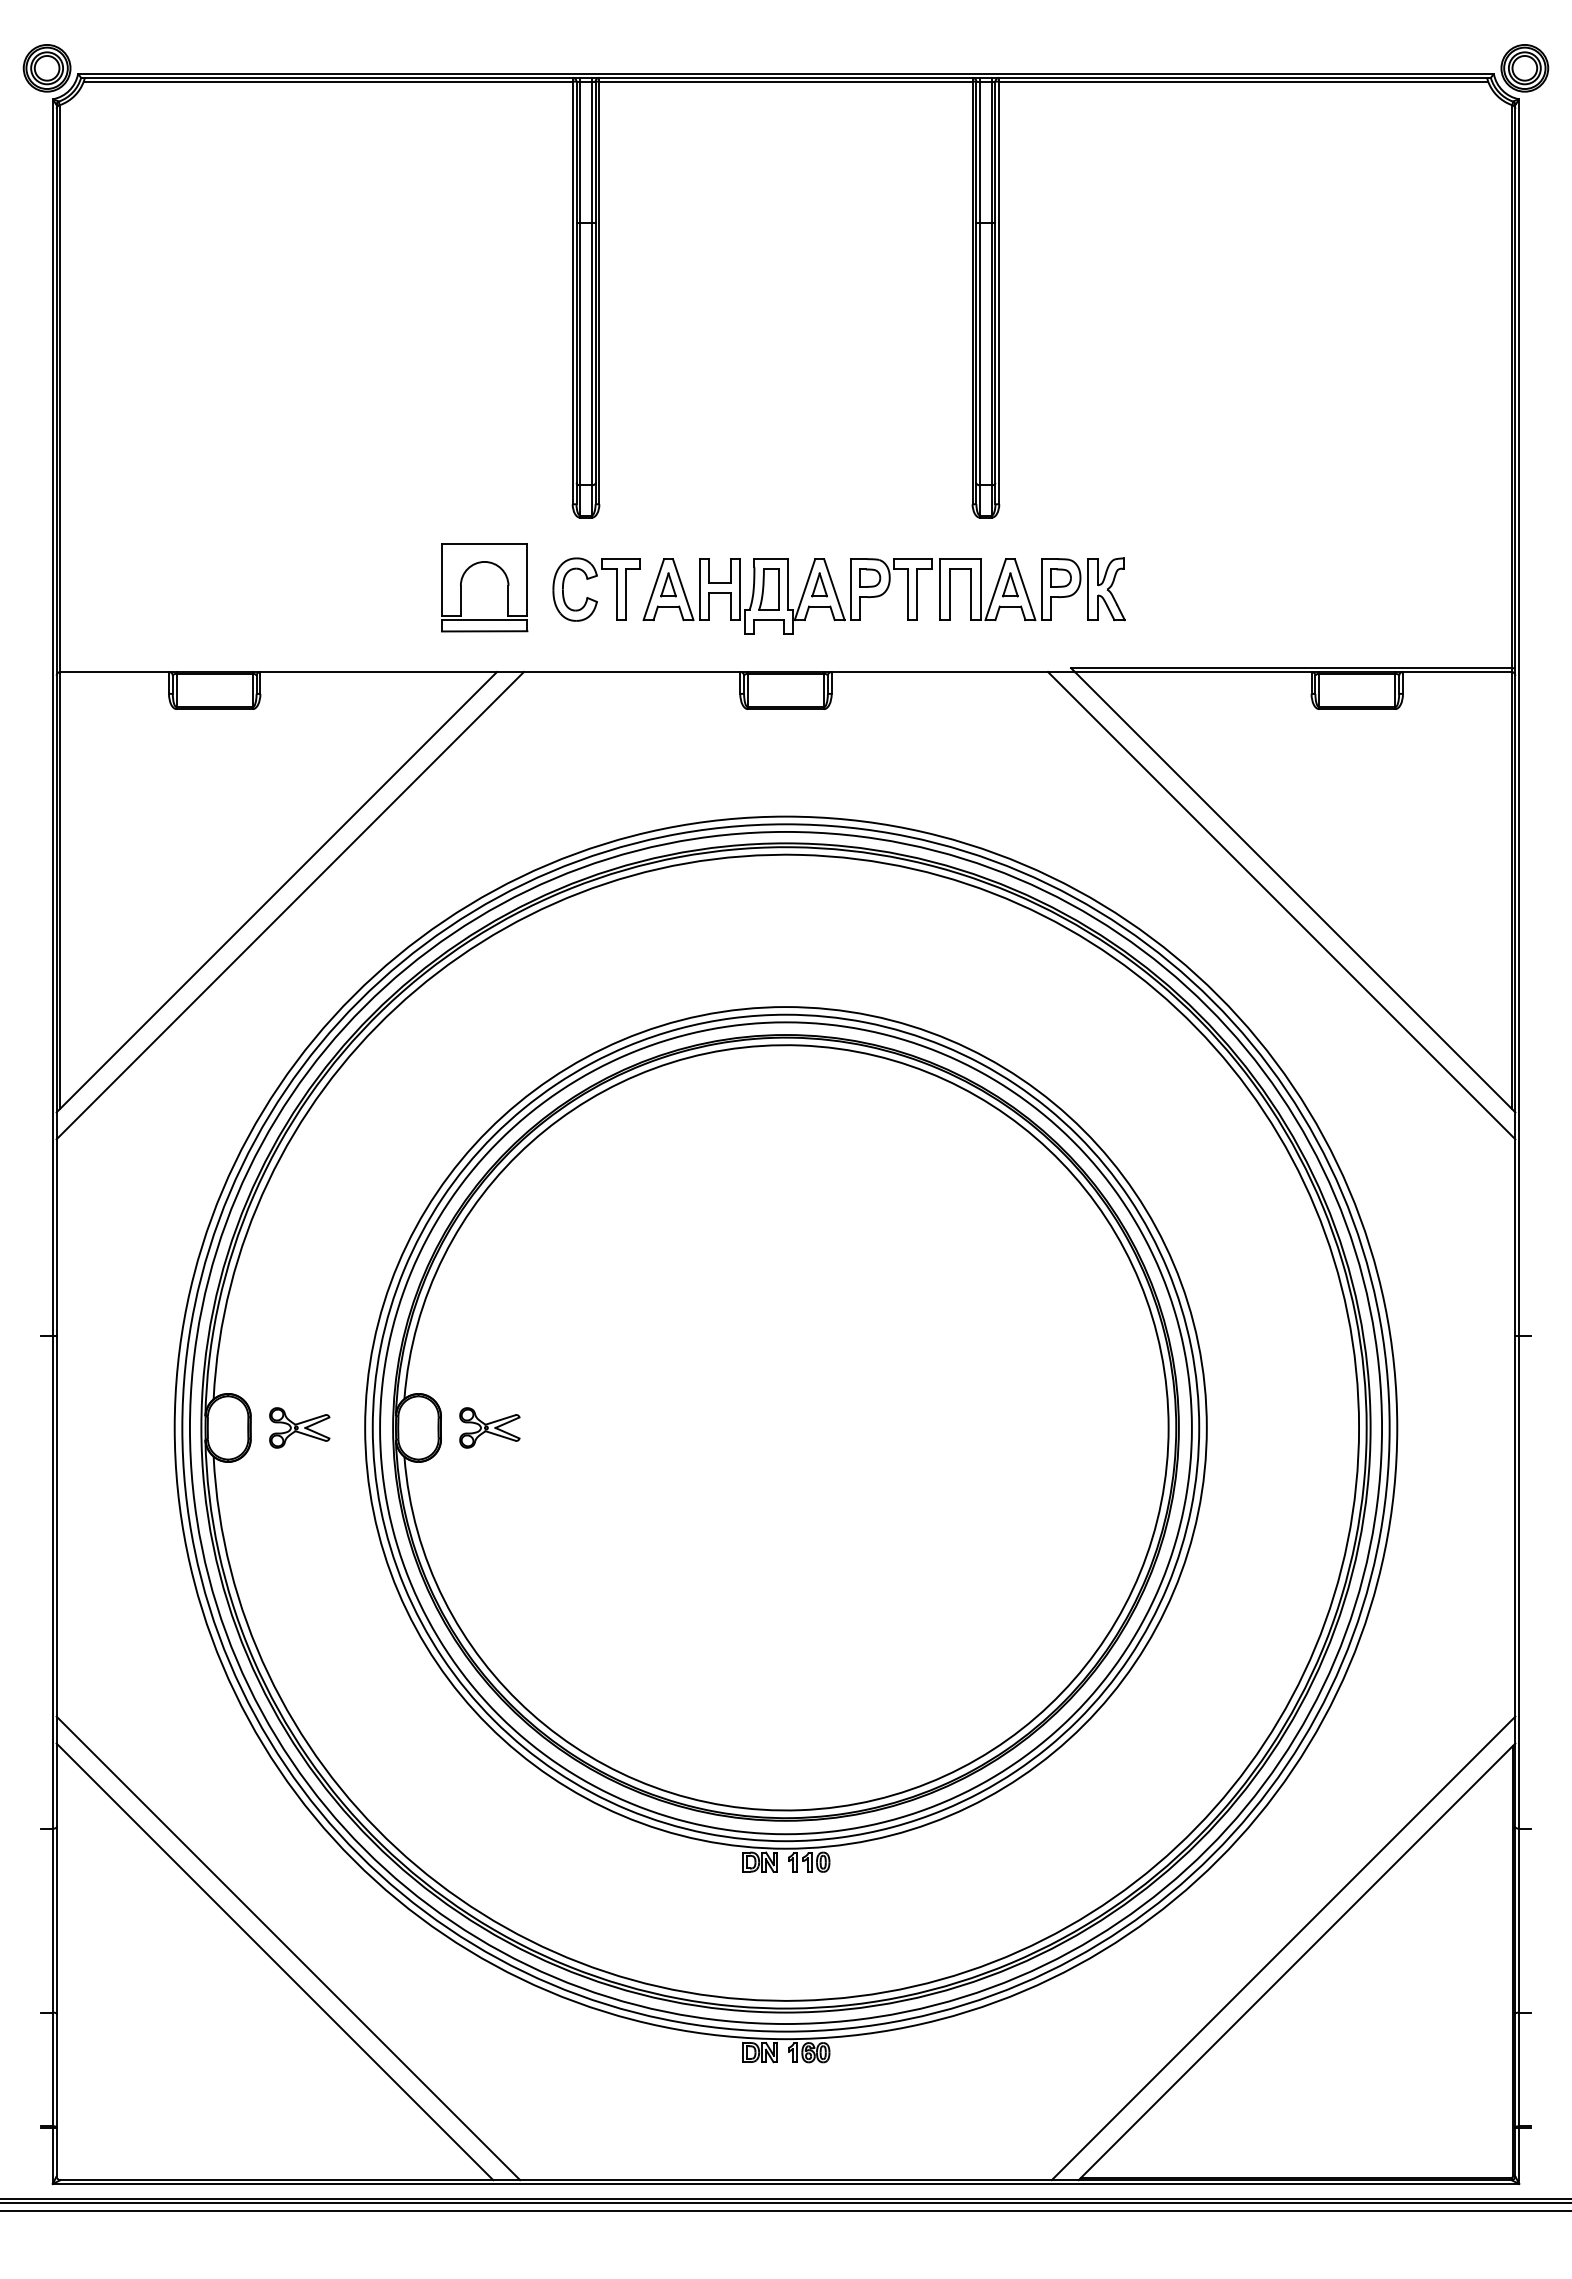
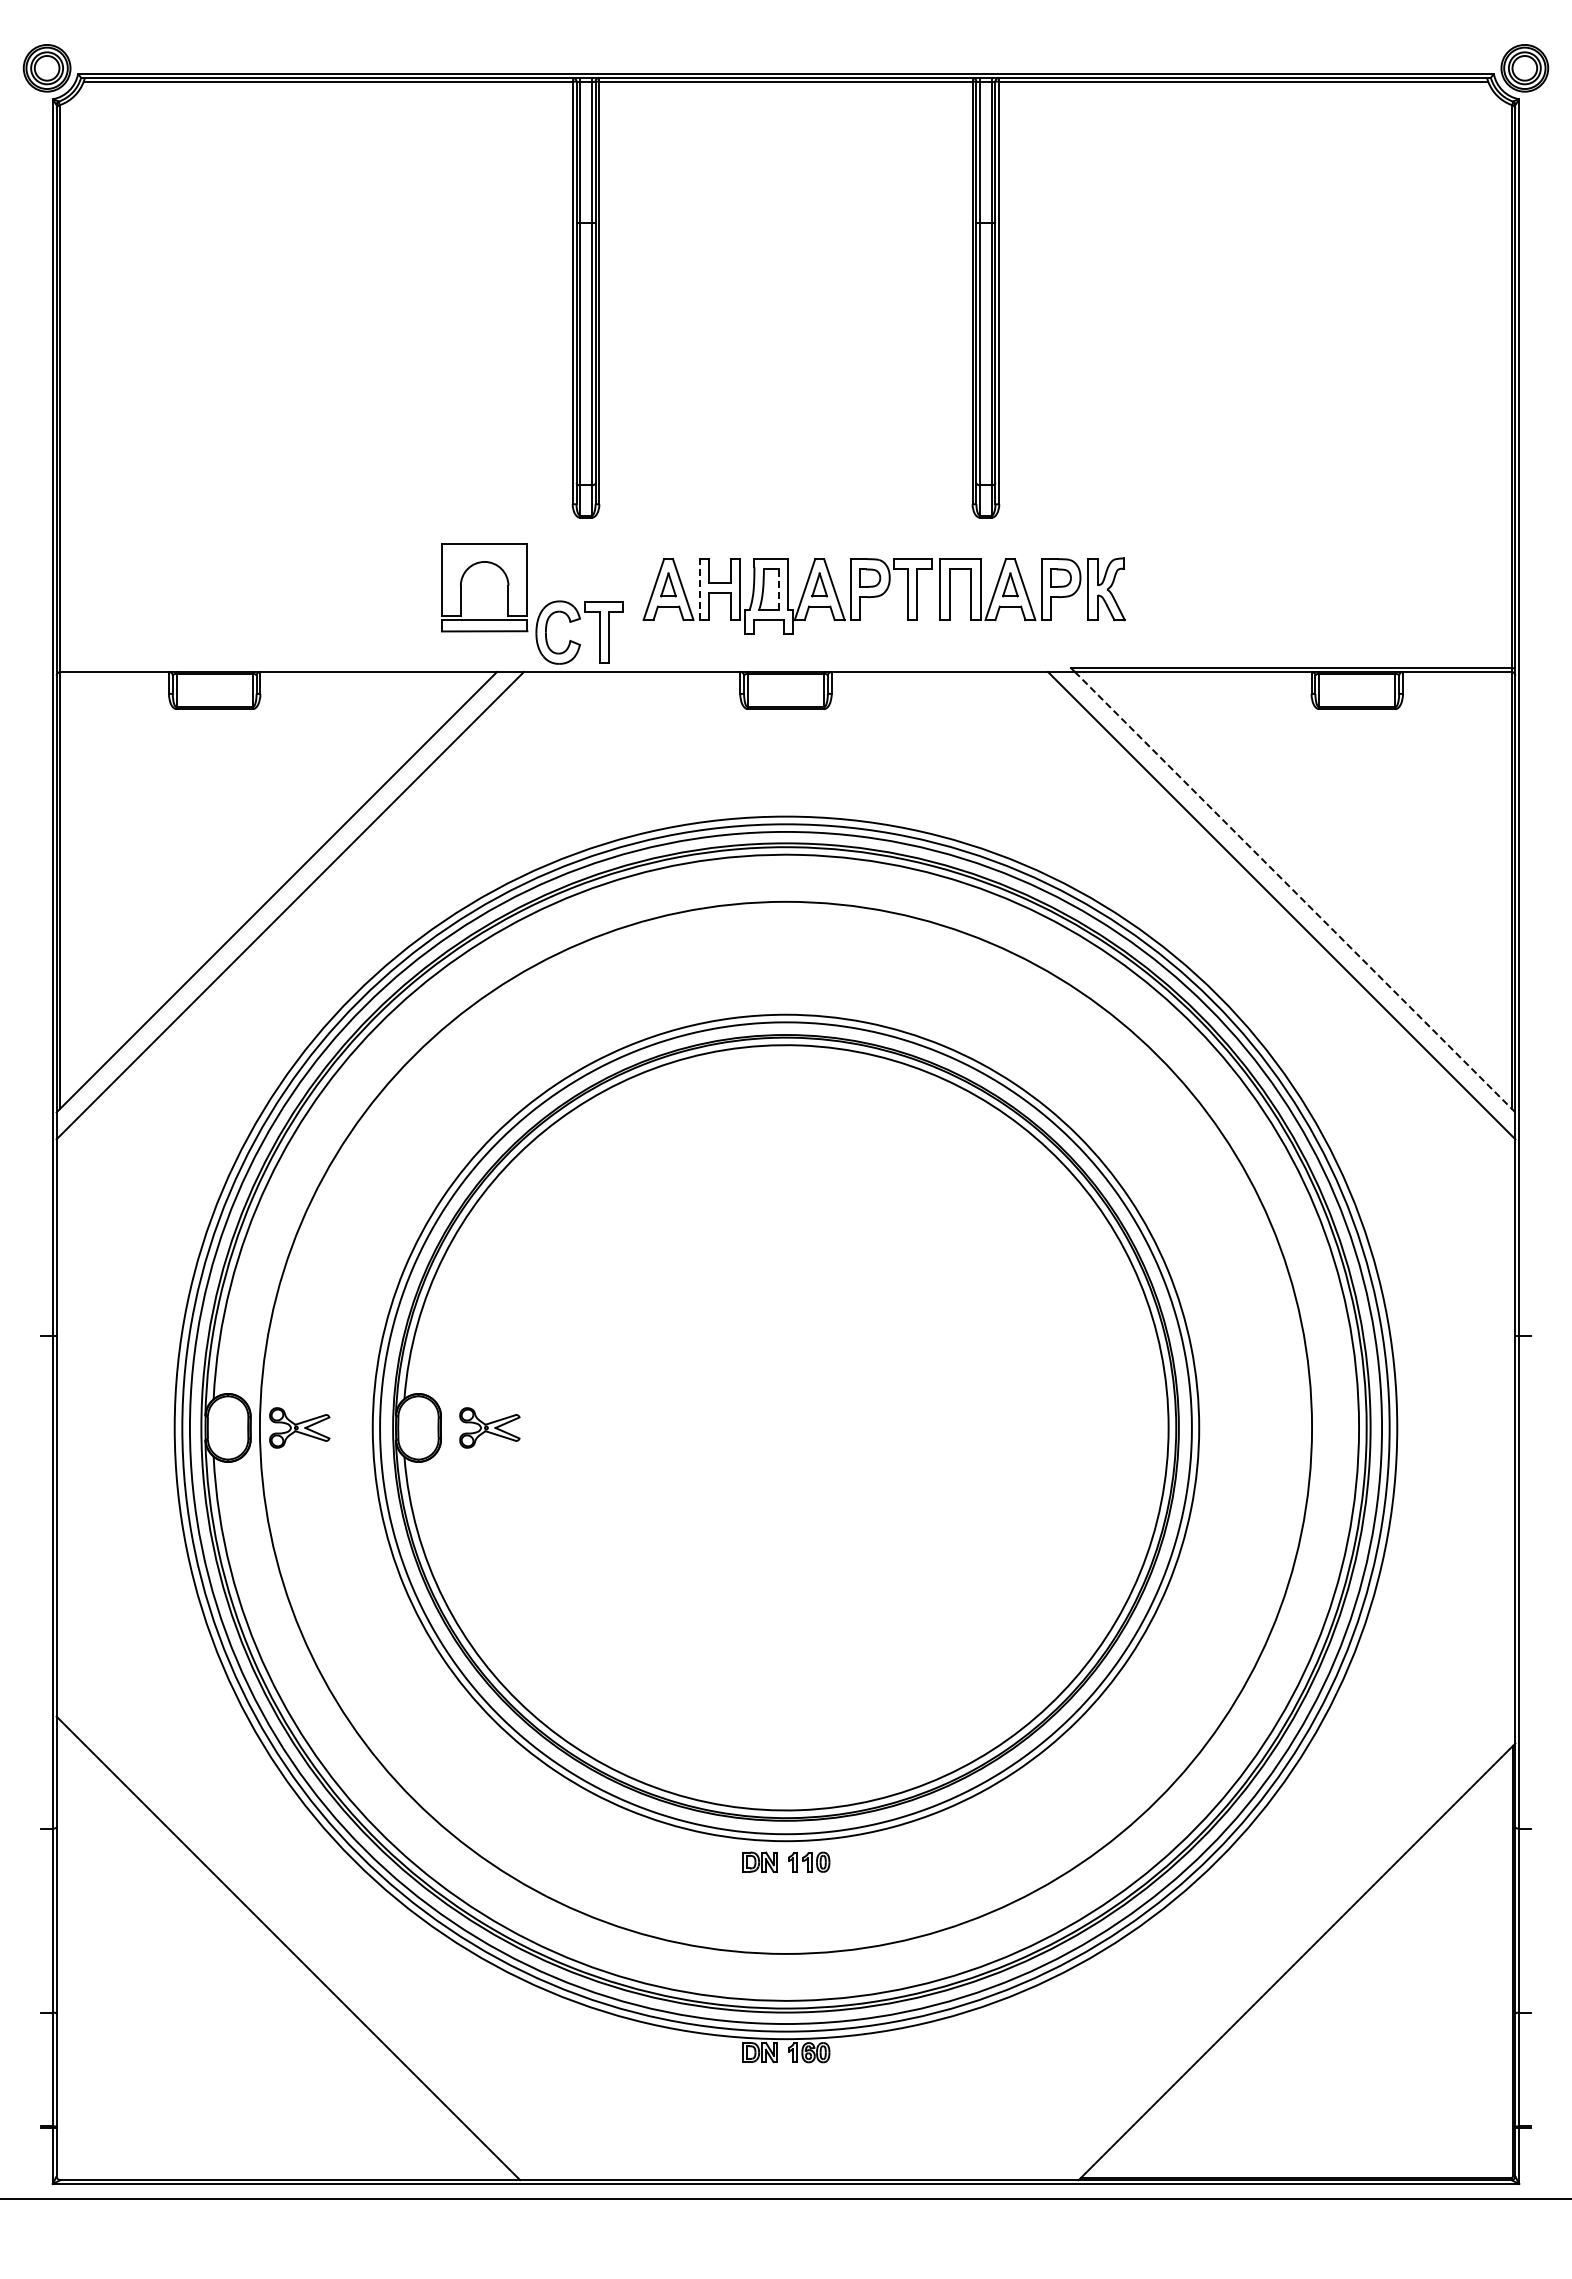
line at (699, 589): solid -> dashed
line at (778, 589): solid -> dashed
part at (594, 599) position: (594, 599) -> (577, 642)
line at (1294, 891): solid -> dashed
circle at (785, 1427) diameter: 842 px -> 1052 px
line at (1283, 1948): present -> none
line at (274, 1961): present -> none
line at (785, 2203): present -> none
line at (785, 2210): present -> none
